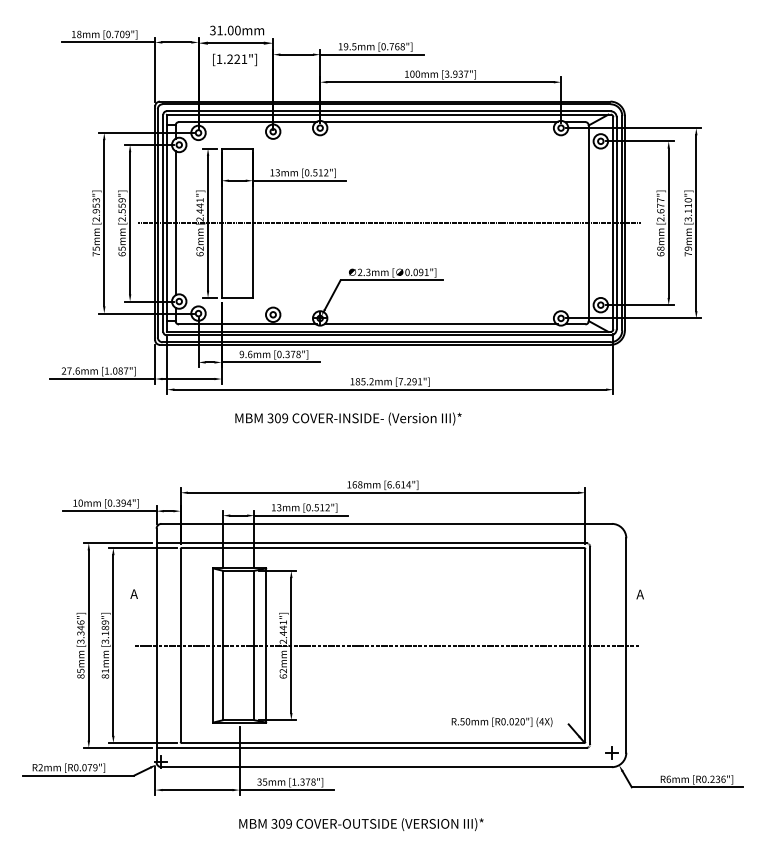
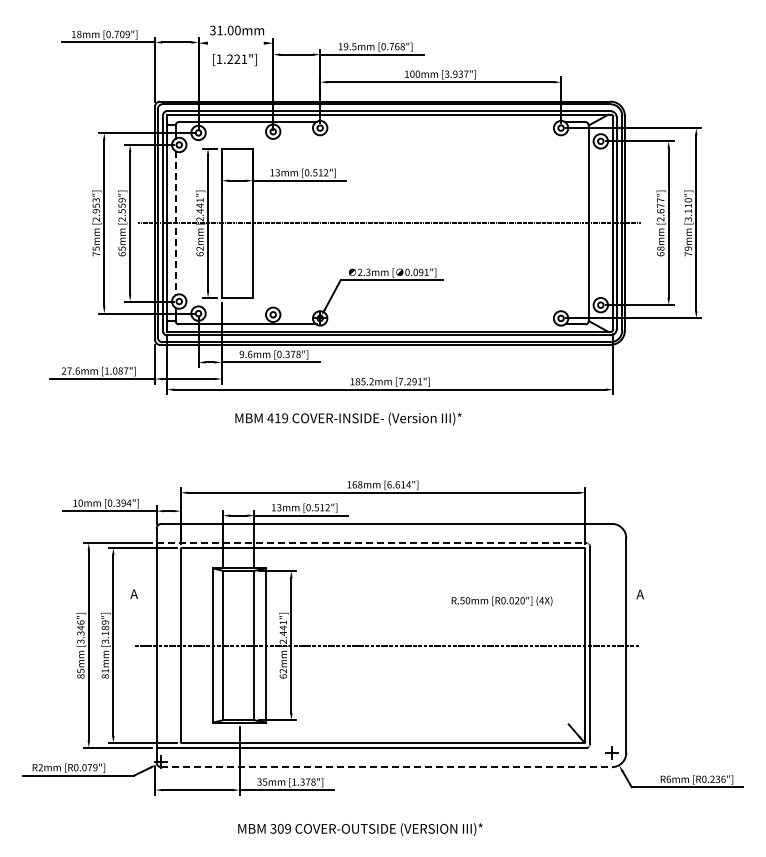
line at (235, 43): present -> none
line at (441, 122): present -> none
line at (175, 223): solid -> dashed
line at (441, 324): present -> none
text at (273, 418): 309 -> 419
line at (372, 543): solid -> dashed
text at (501, 721) position: (501, 721) -> (501, 600)
line at (387, 767): solid -> dashed
text at (361, 824) position: (361, 824) -> (360, 829)
